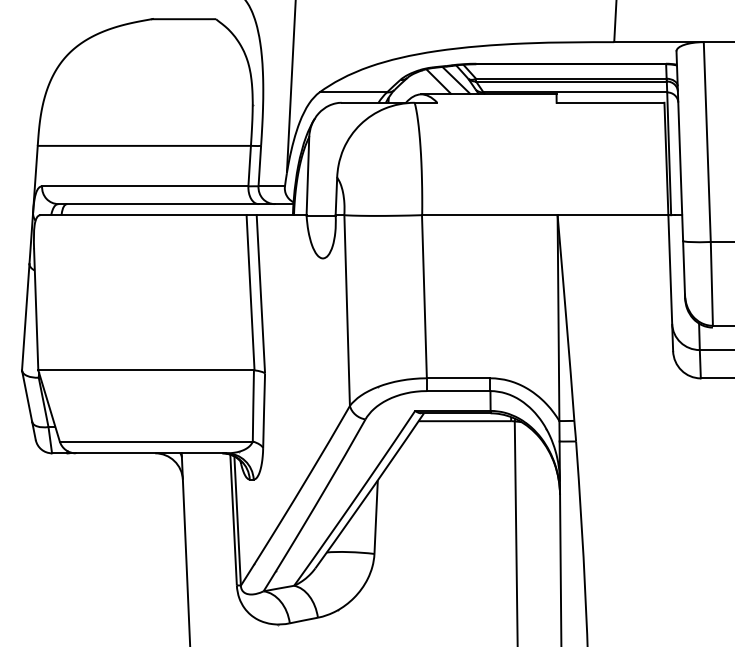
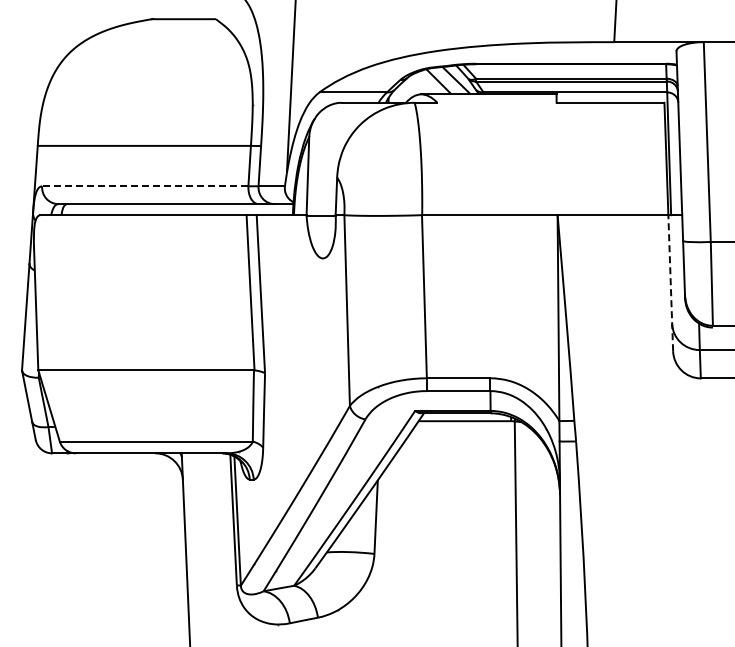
line at (144, 186): solid -> dashed
line at (670, 282): solid -> dashed
